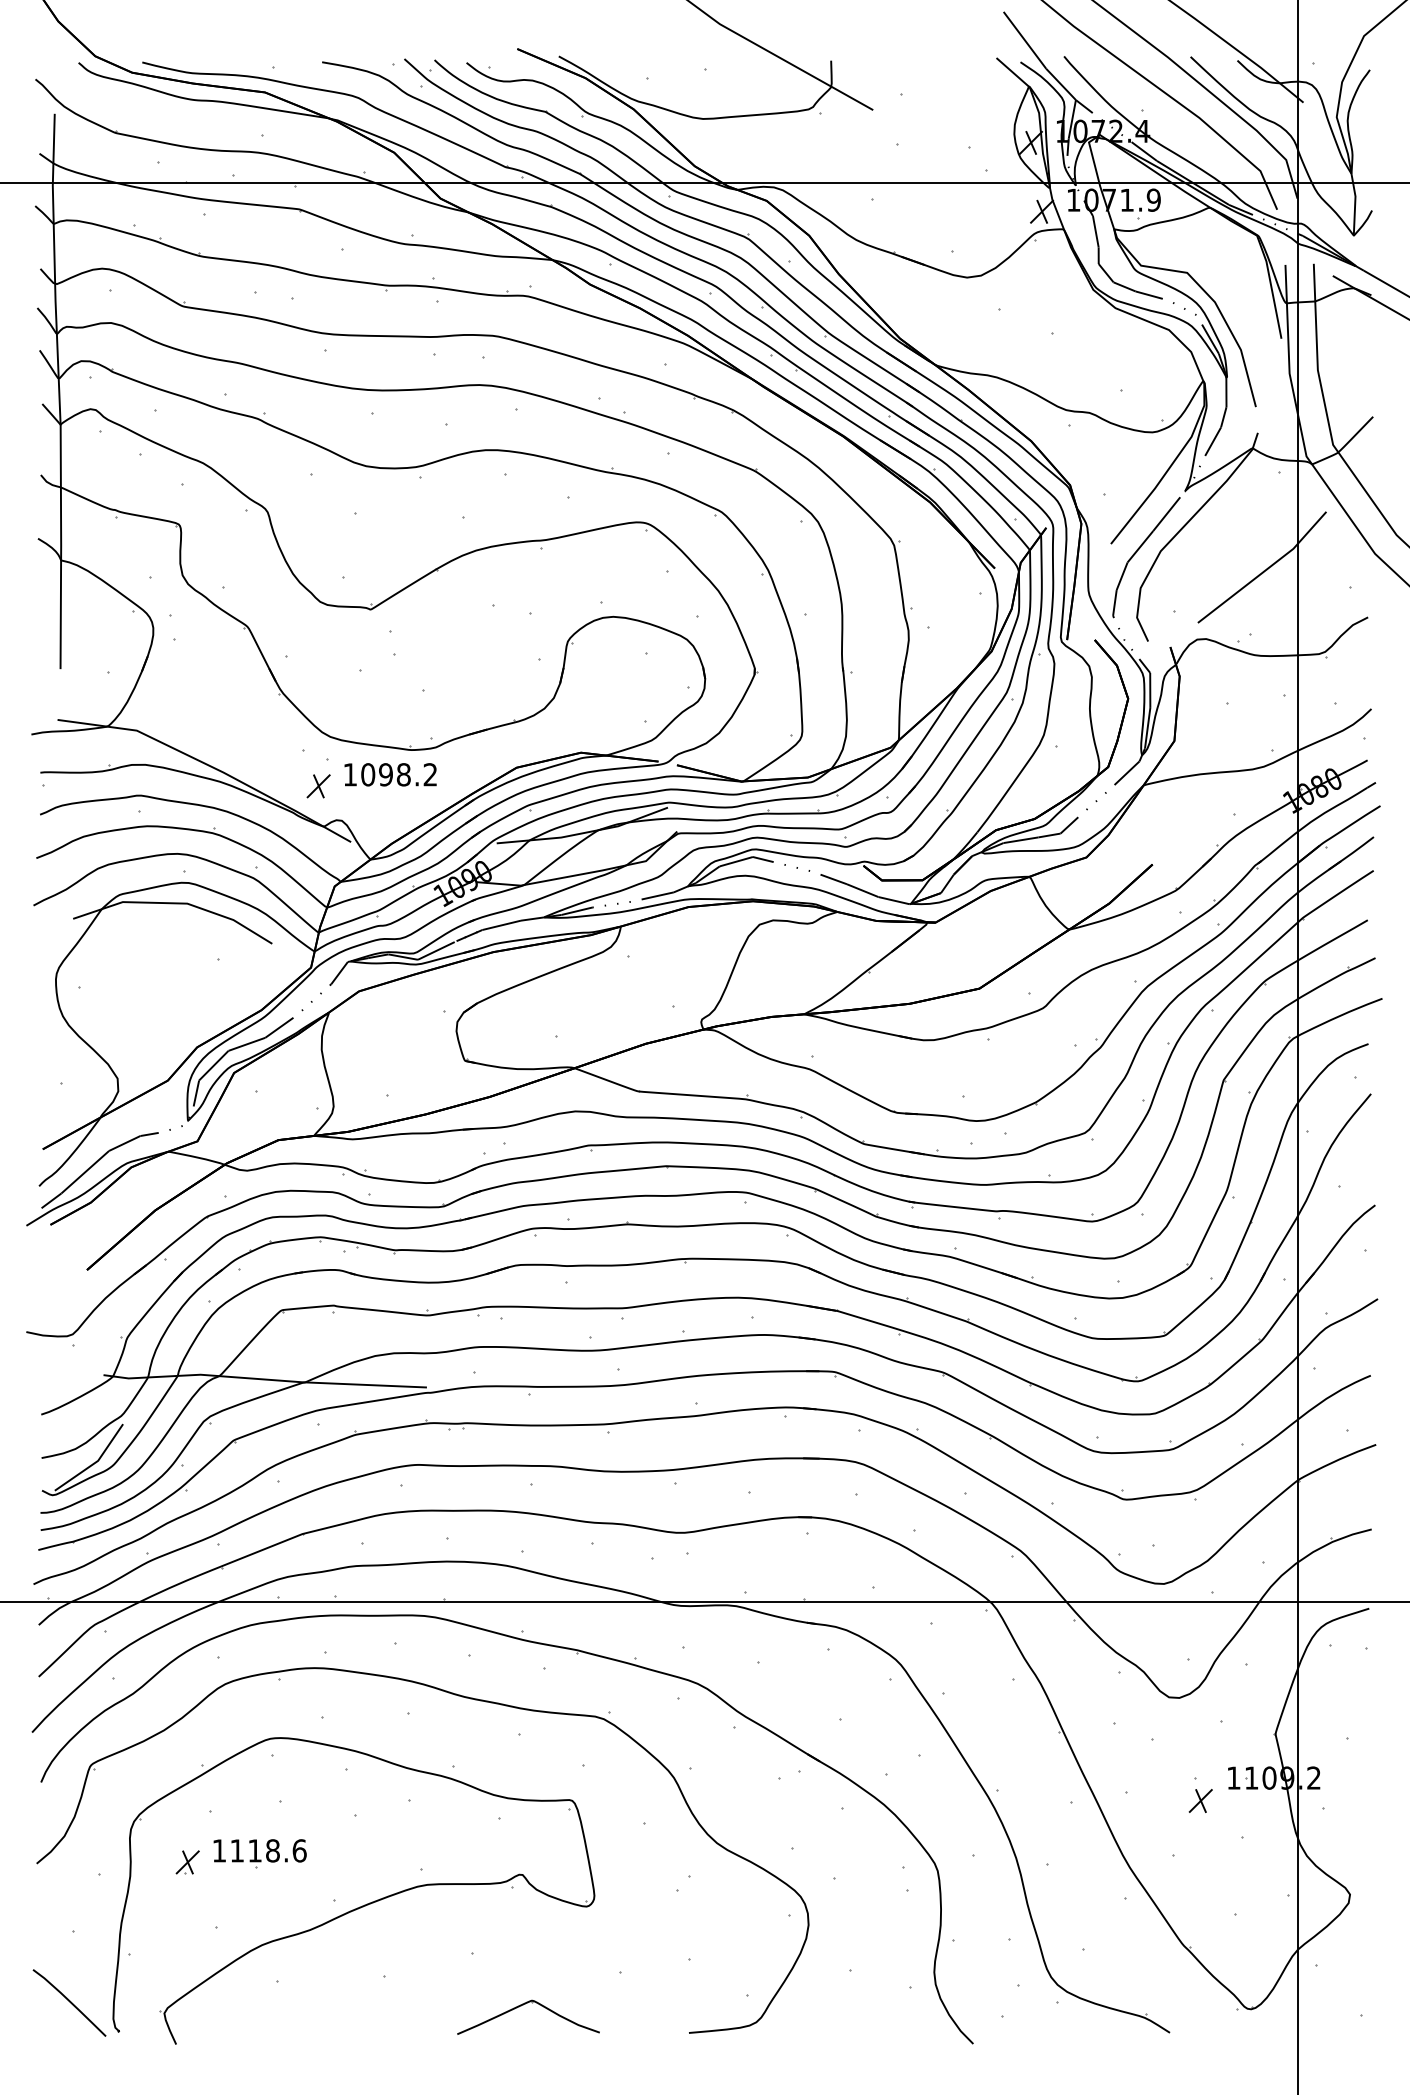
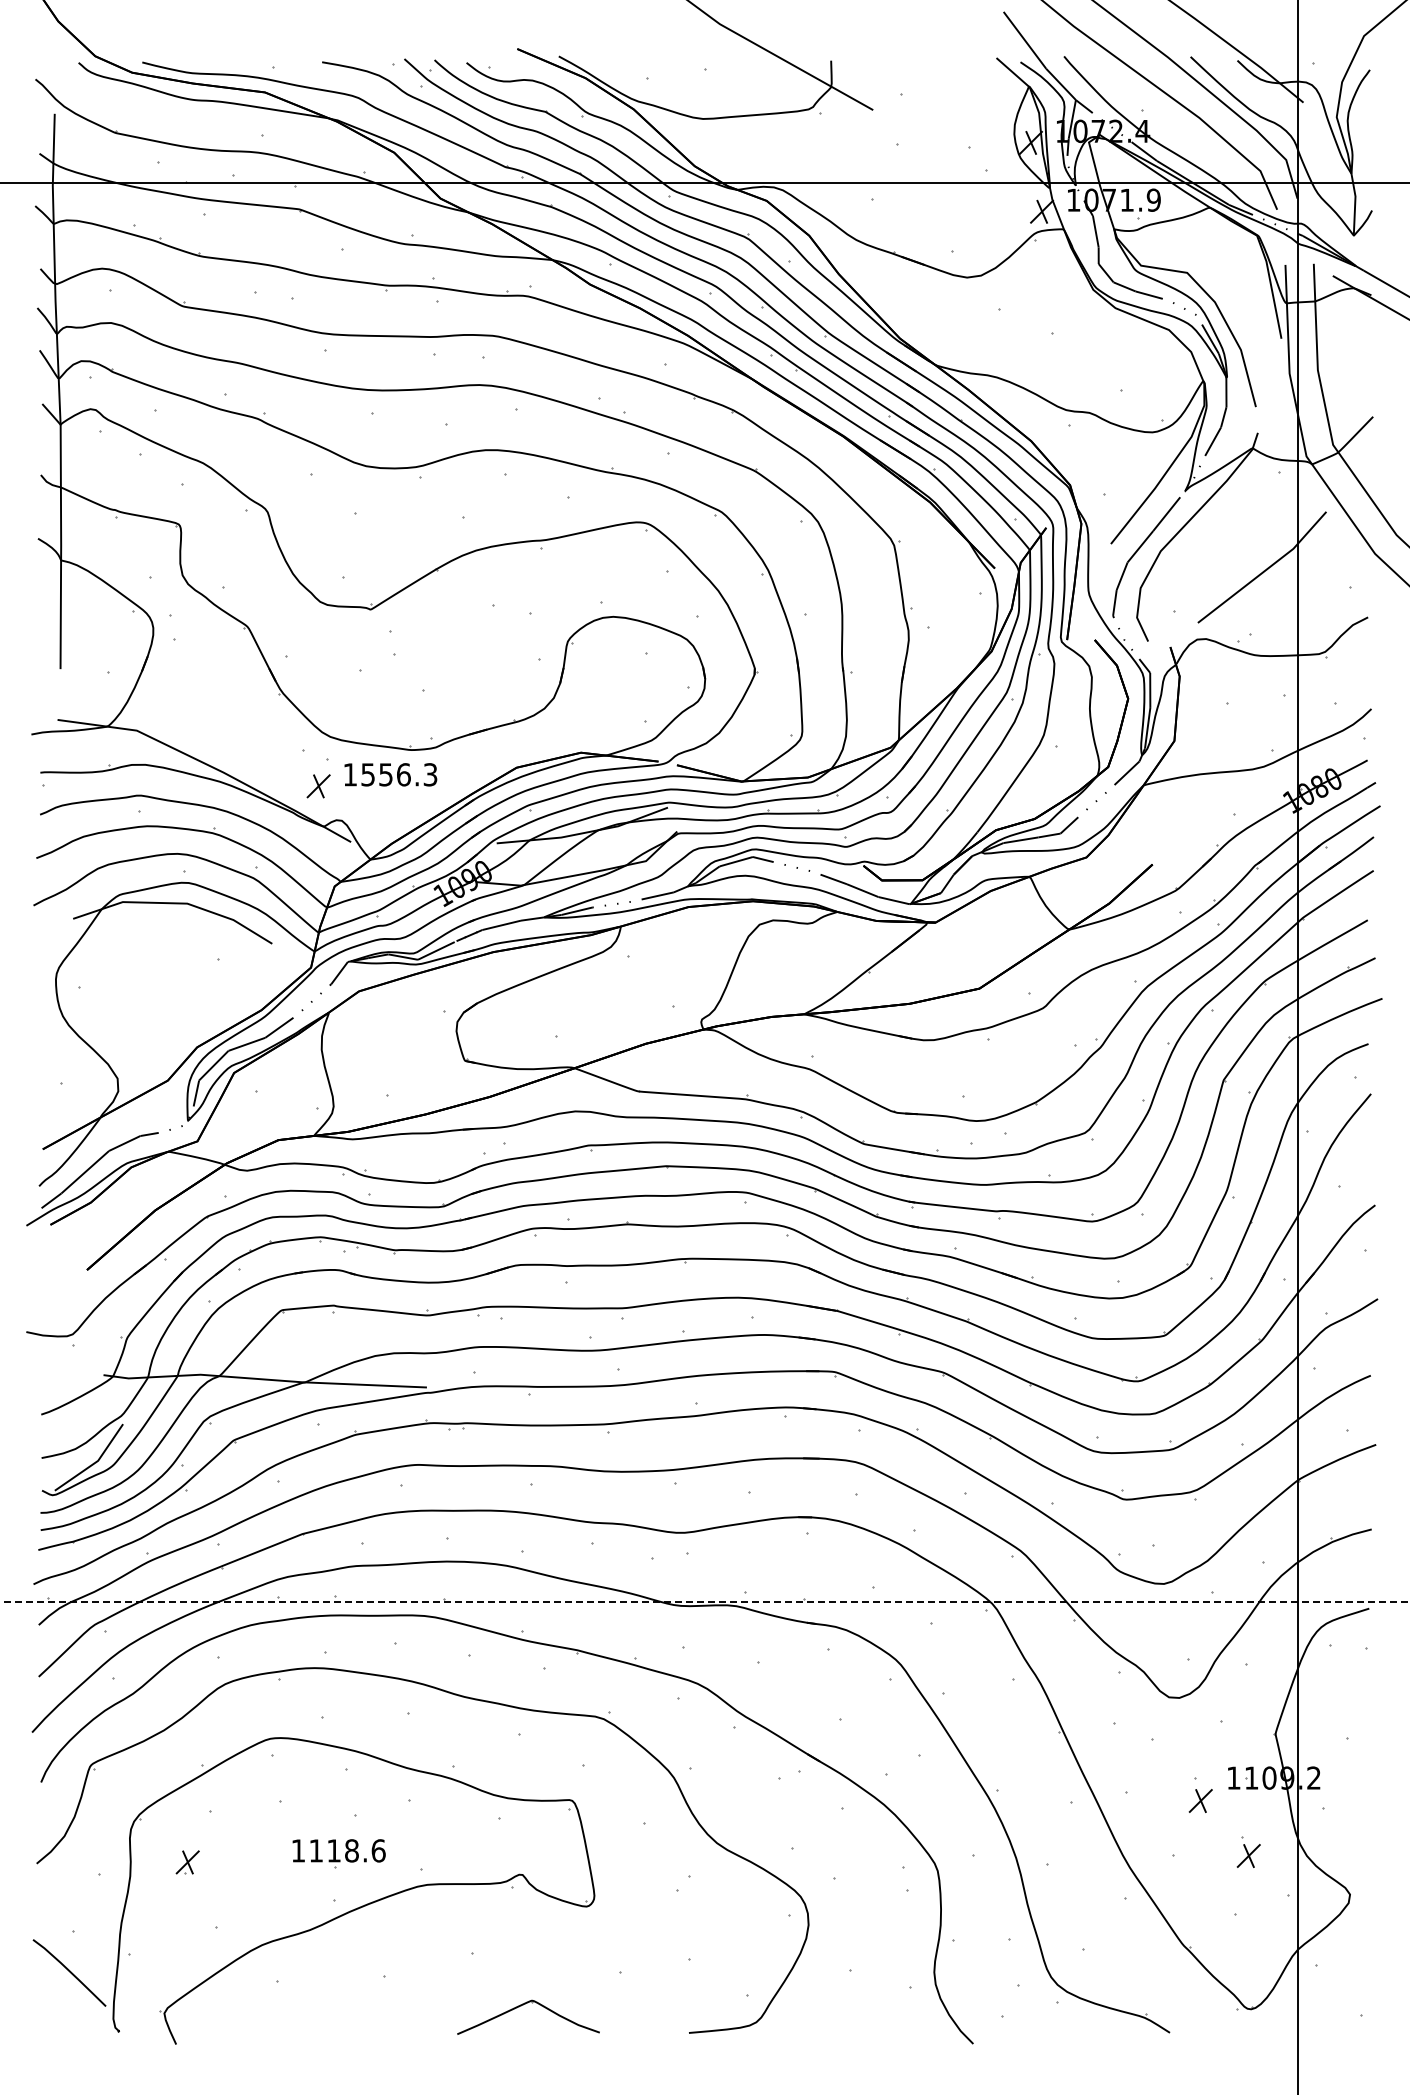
text at (399, 774): 1098.2 -> 1556.3
line at (705, 1601): solid -> dashed
part at (259, 1853) position: (259, 1853) -> (338, 1853)
part at (1248, 1855): none -> present
curve at (69, 2002) position: (69, 2002) -> (69, 1972)
